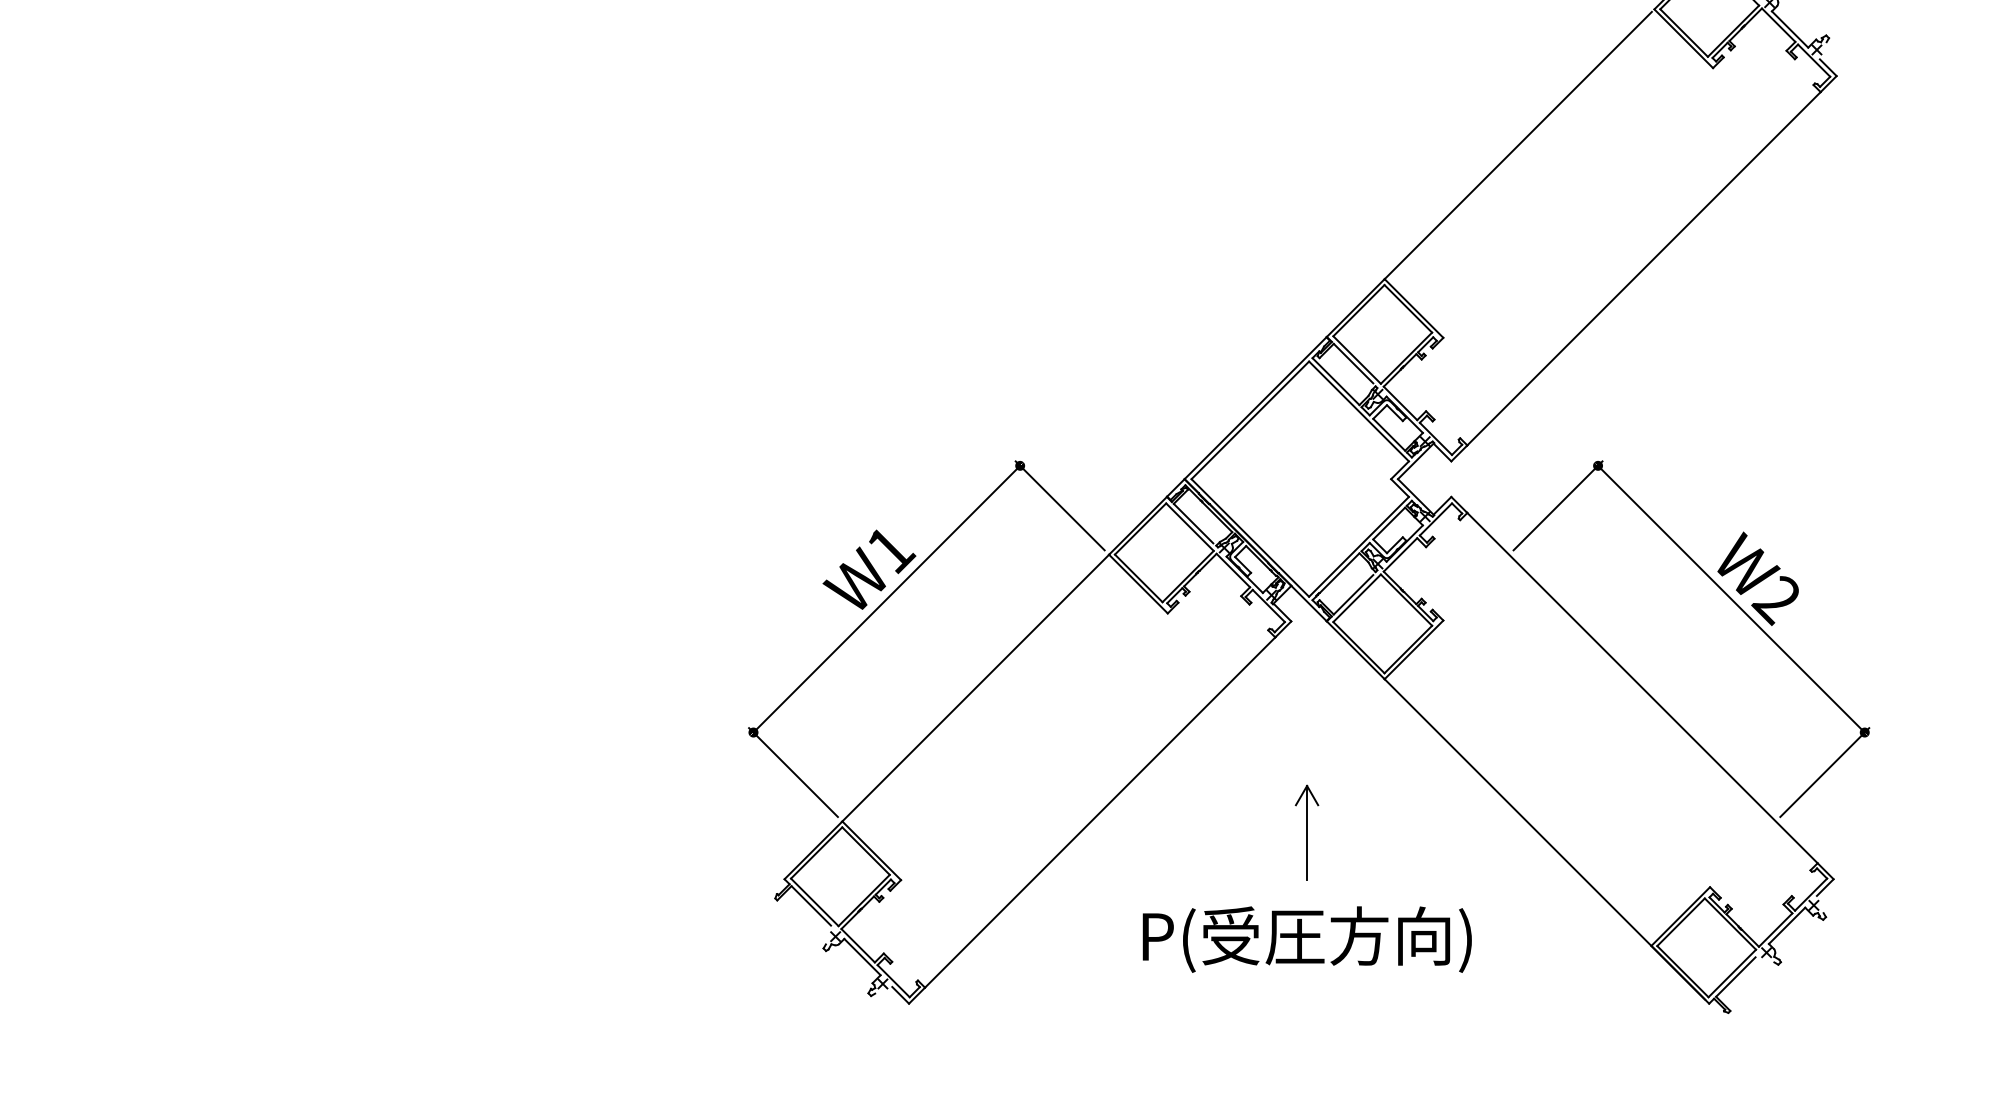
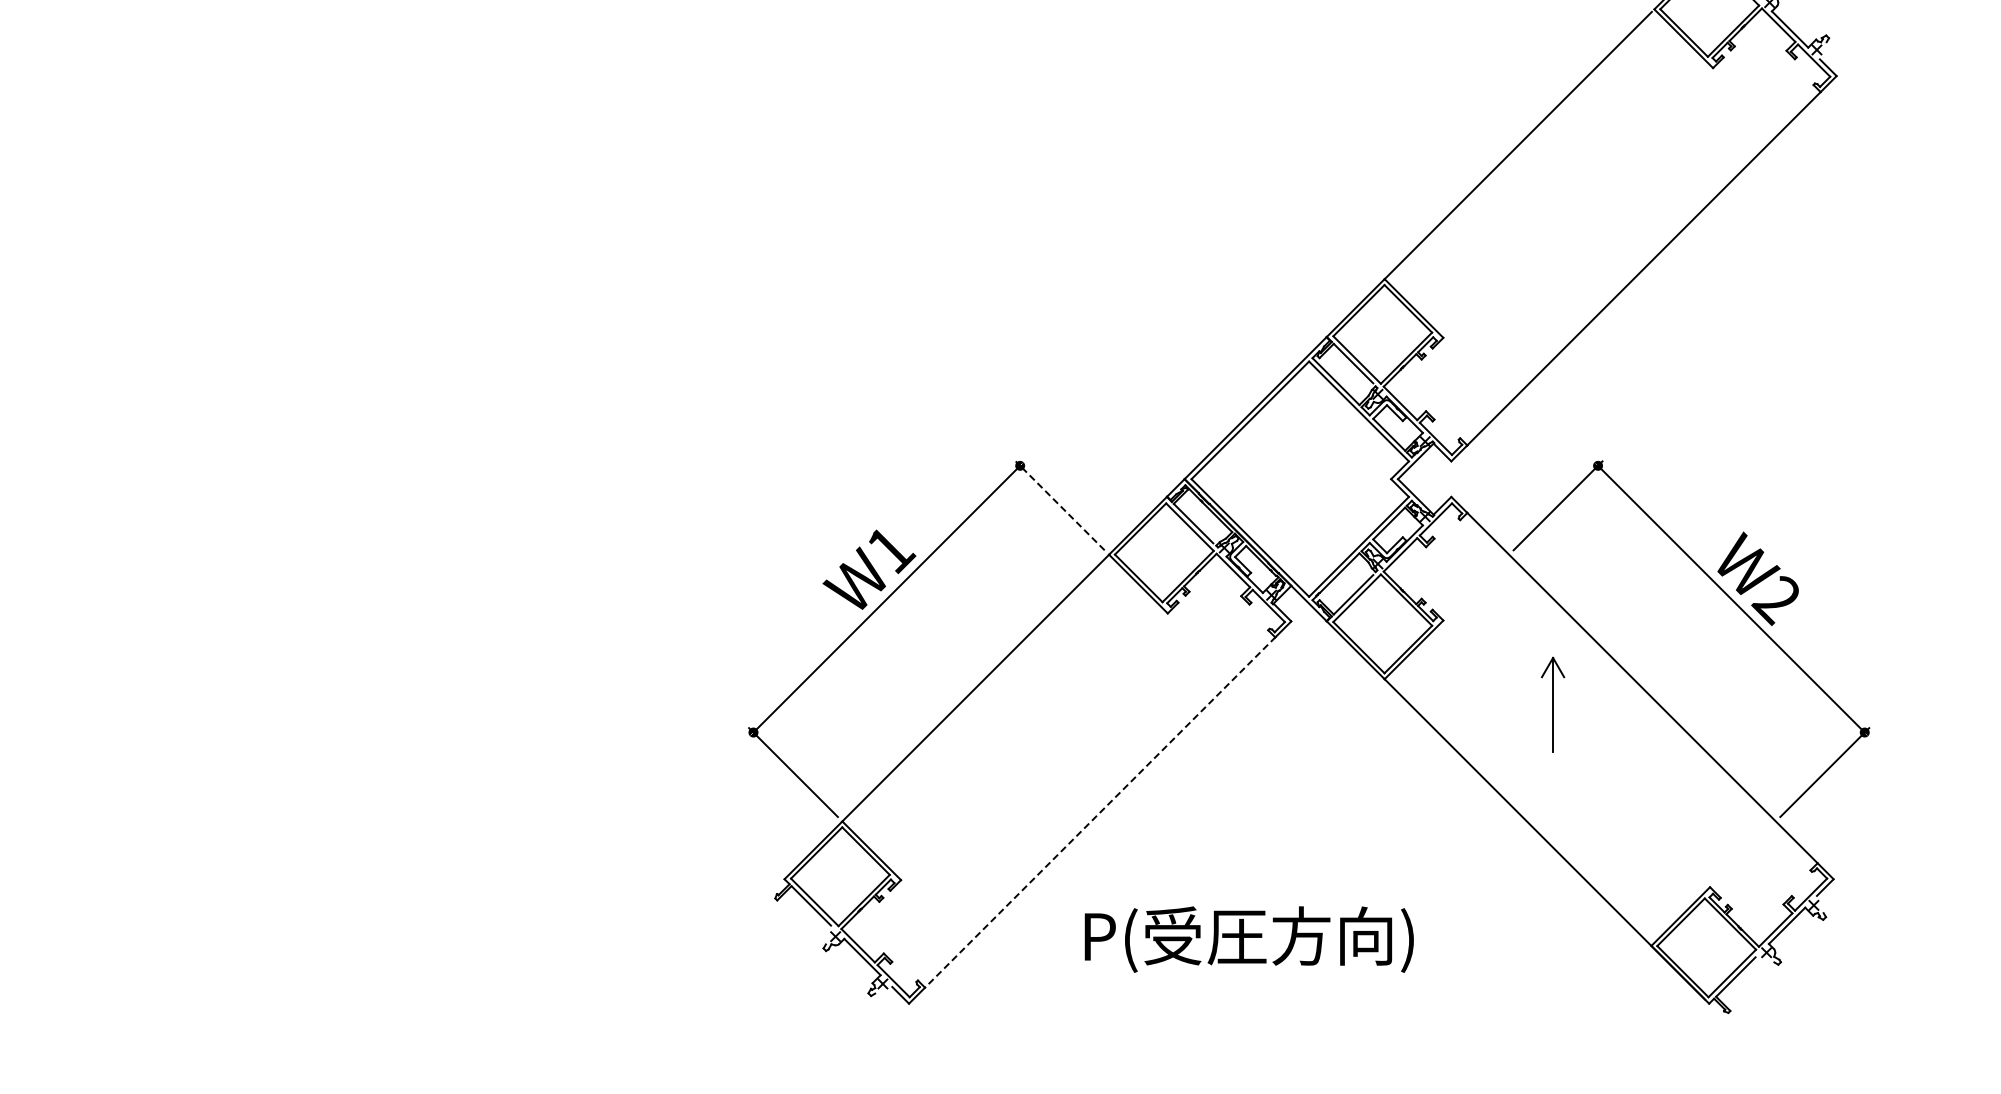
line at (1060, 505): solid -> dashed
line at (1100, 812): solid -> dashed
part at (1306, 832) position: (1306, 832) -> (1552, 704)
text at (1306, 939) position: (1306, 939) -> (1248, 939)
